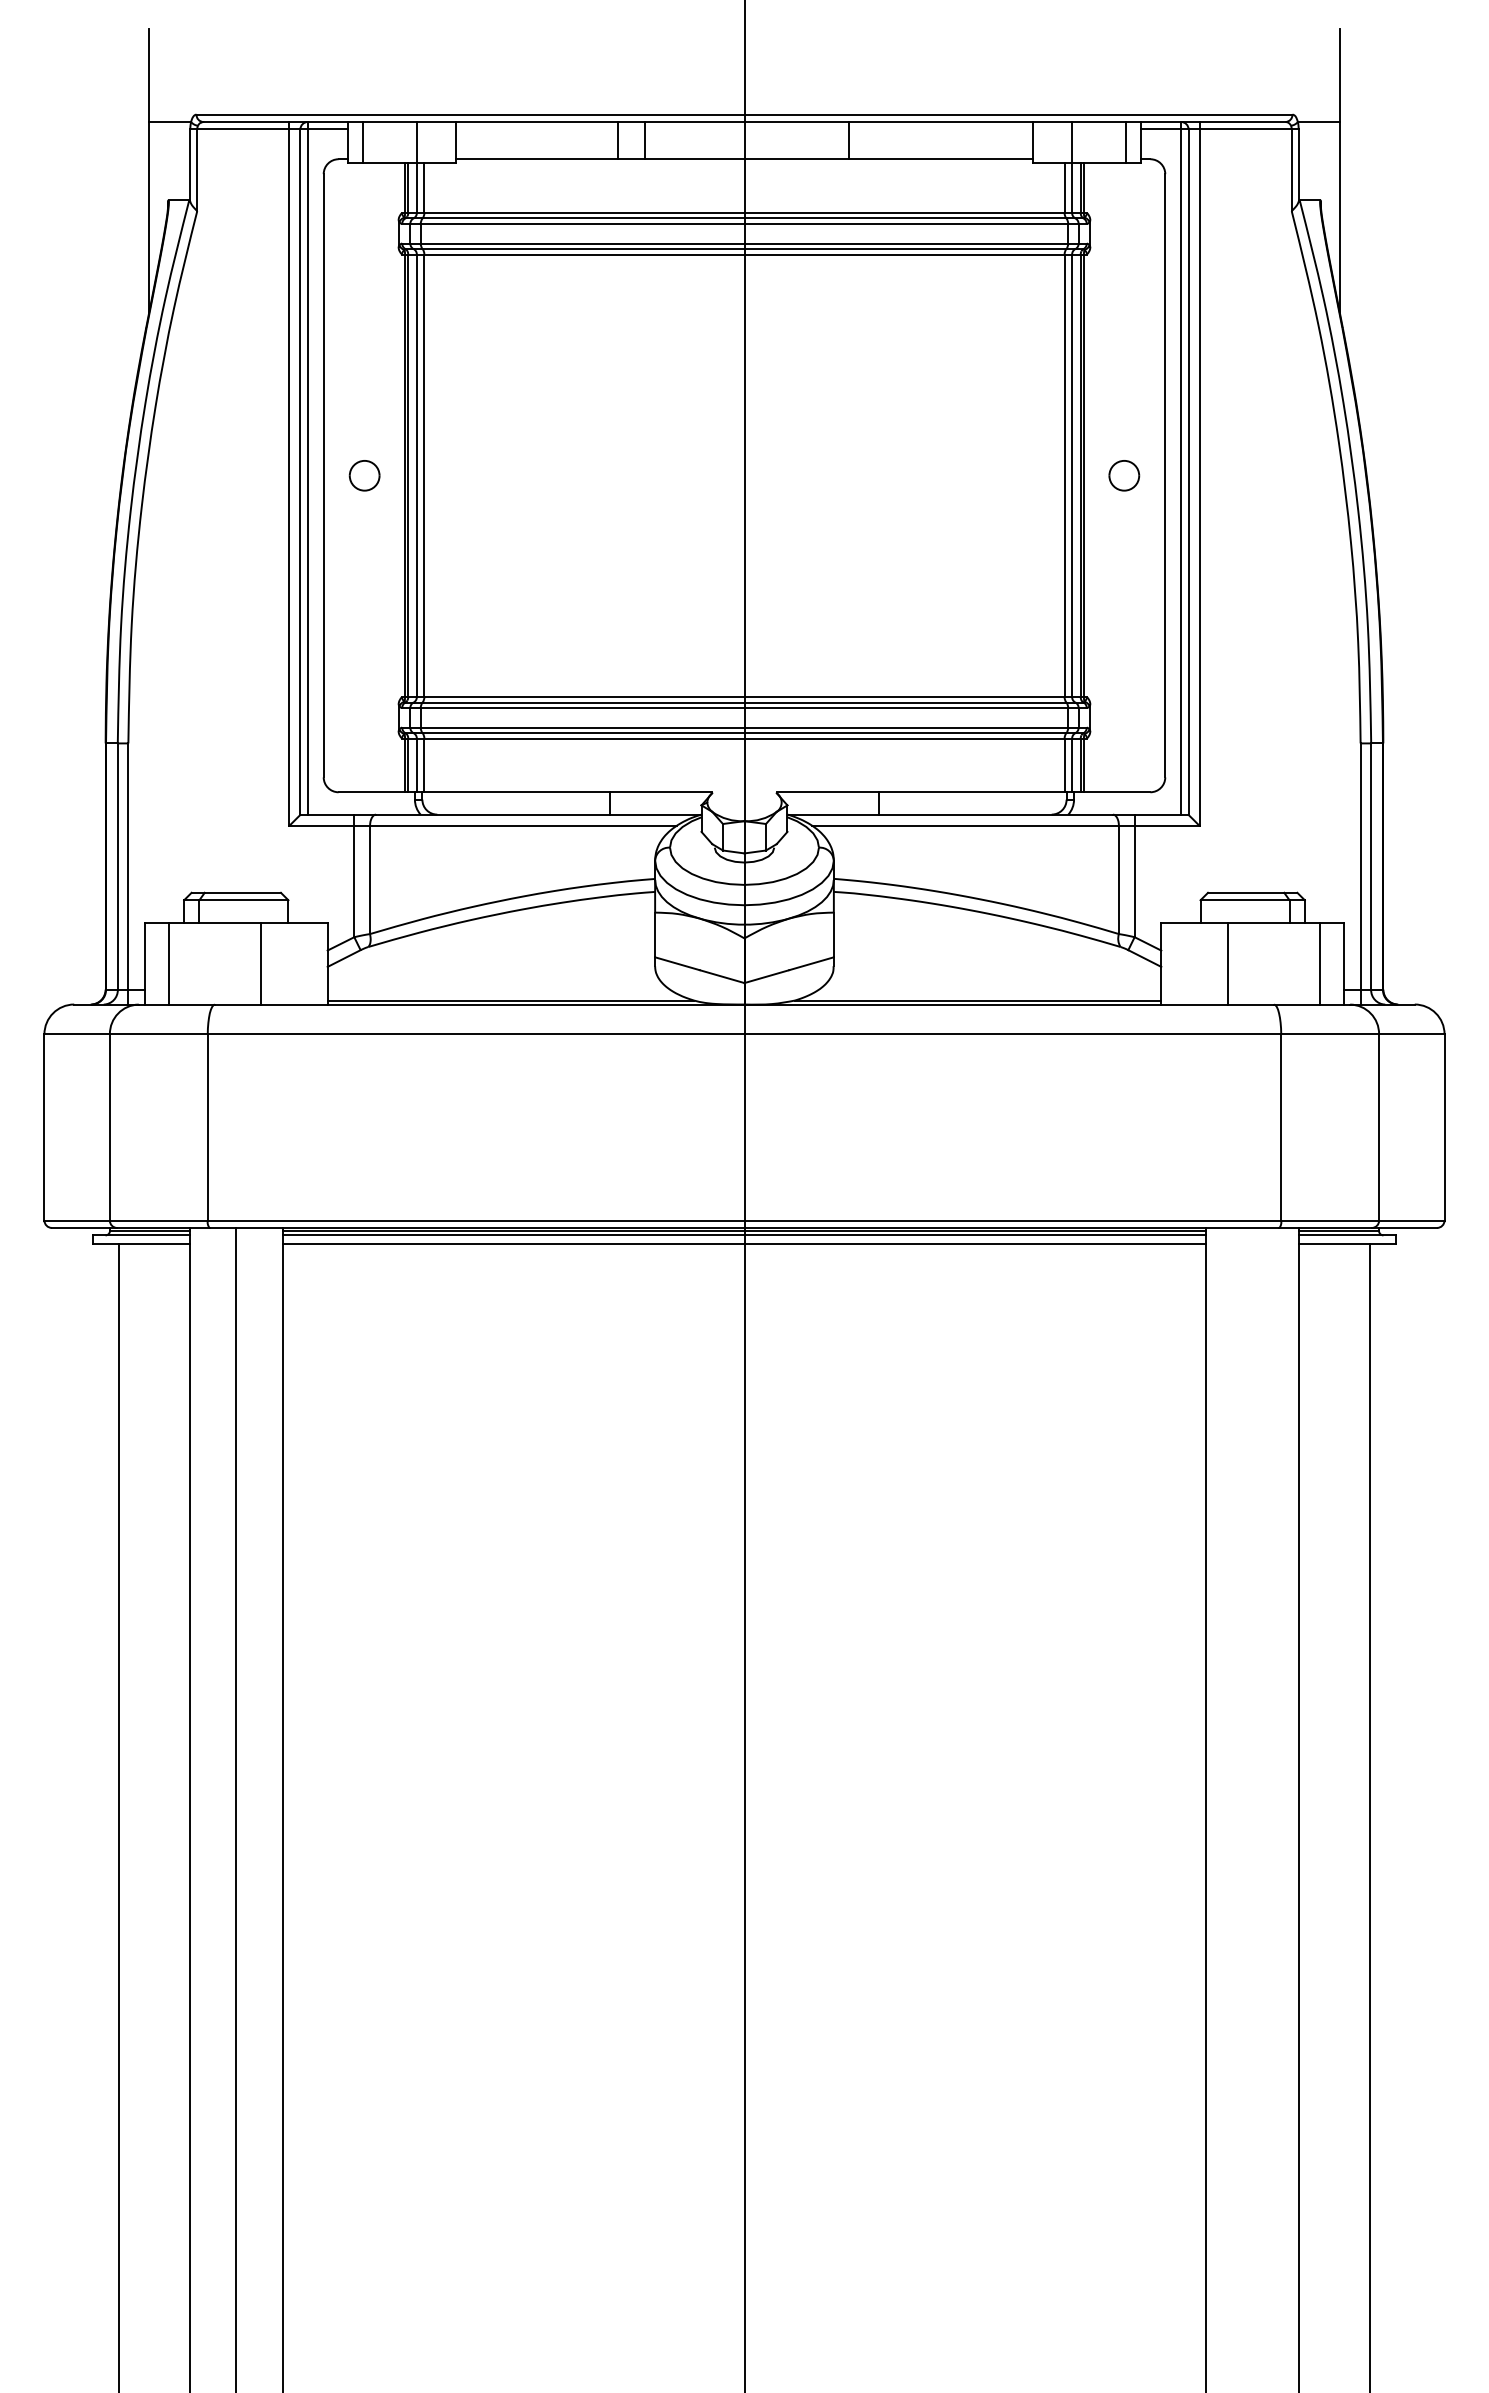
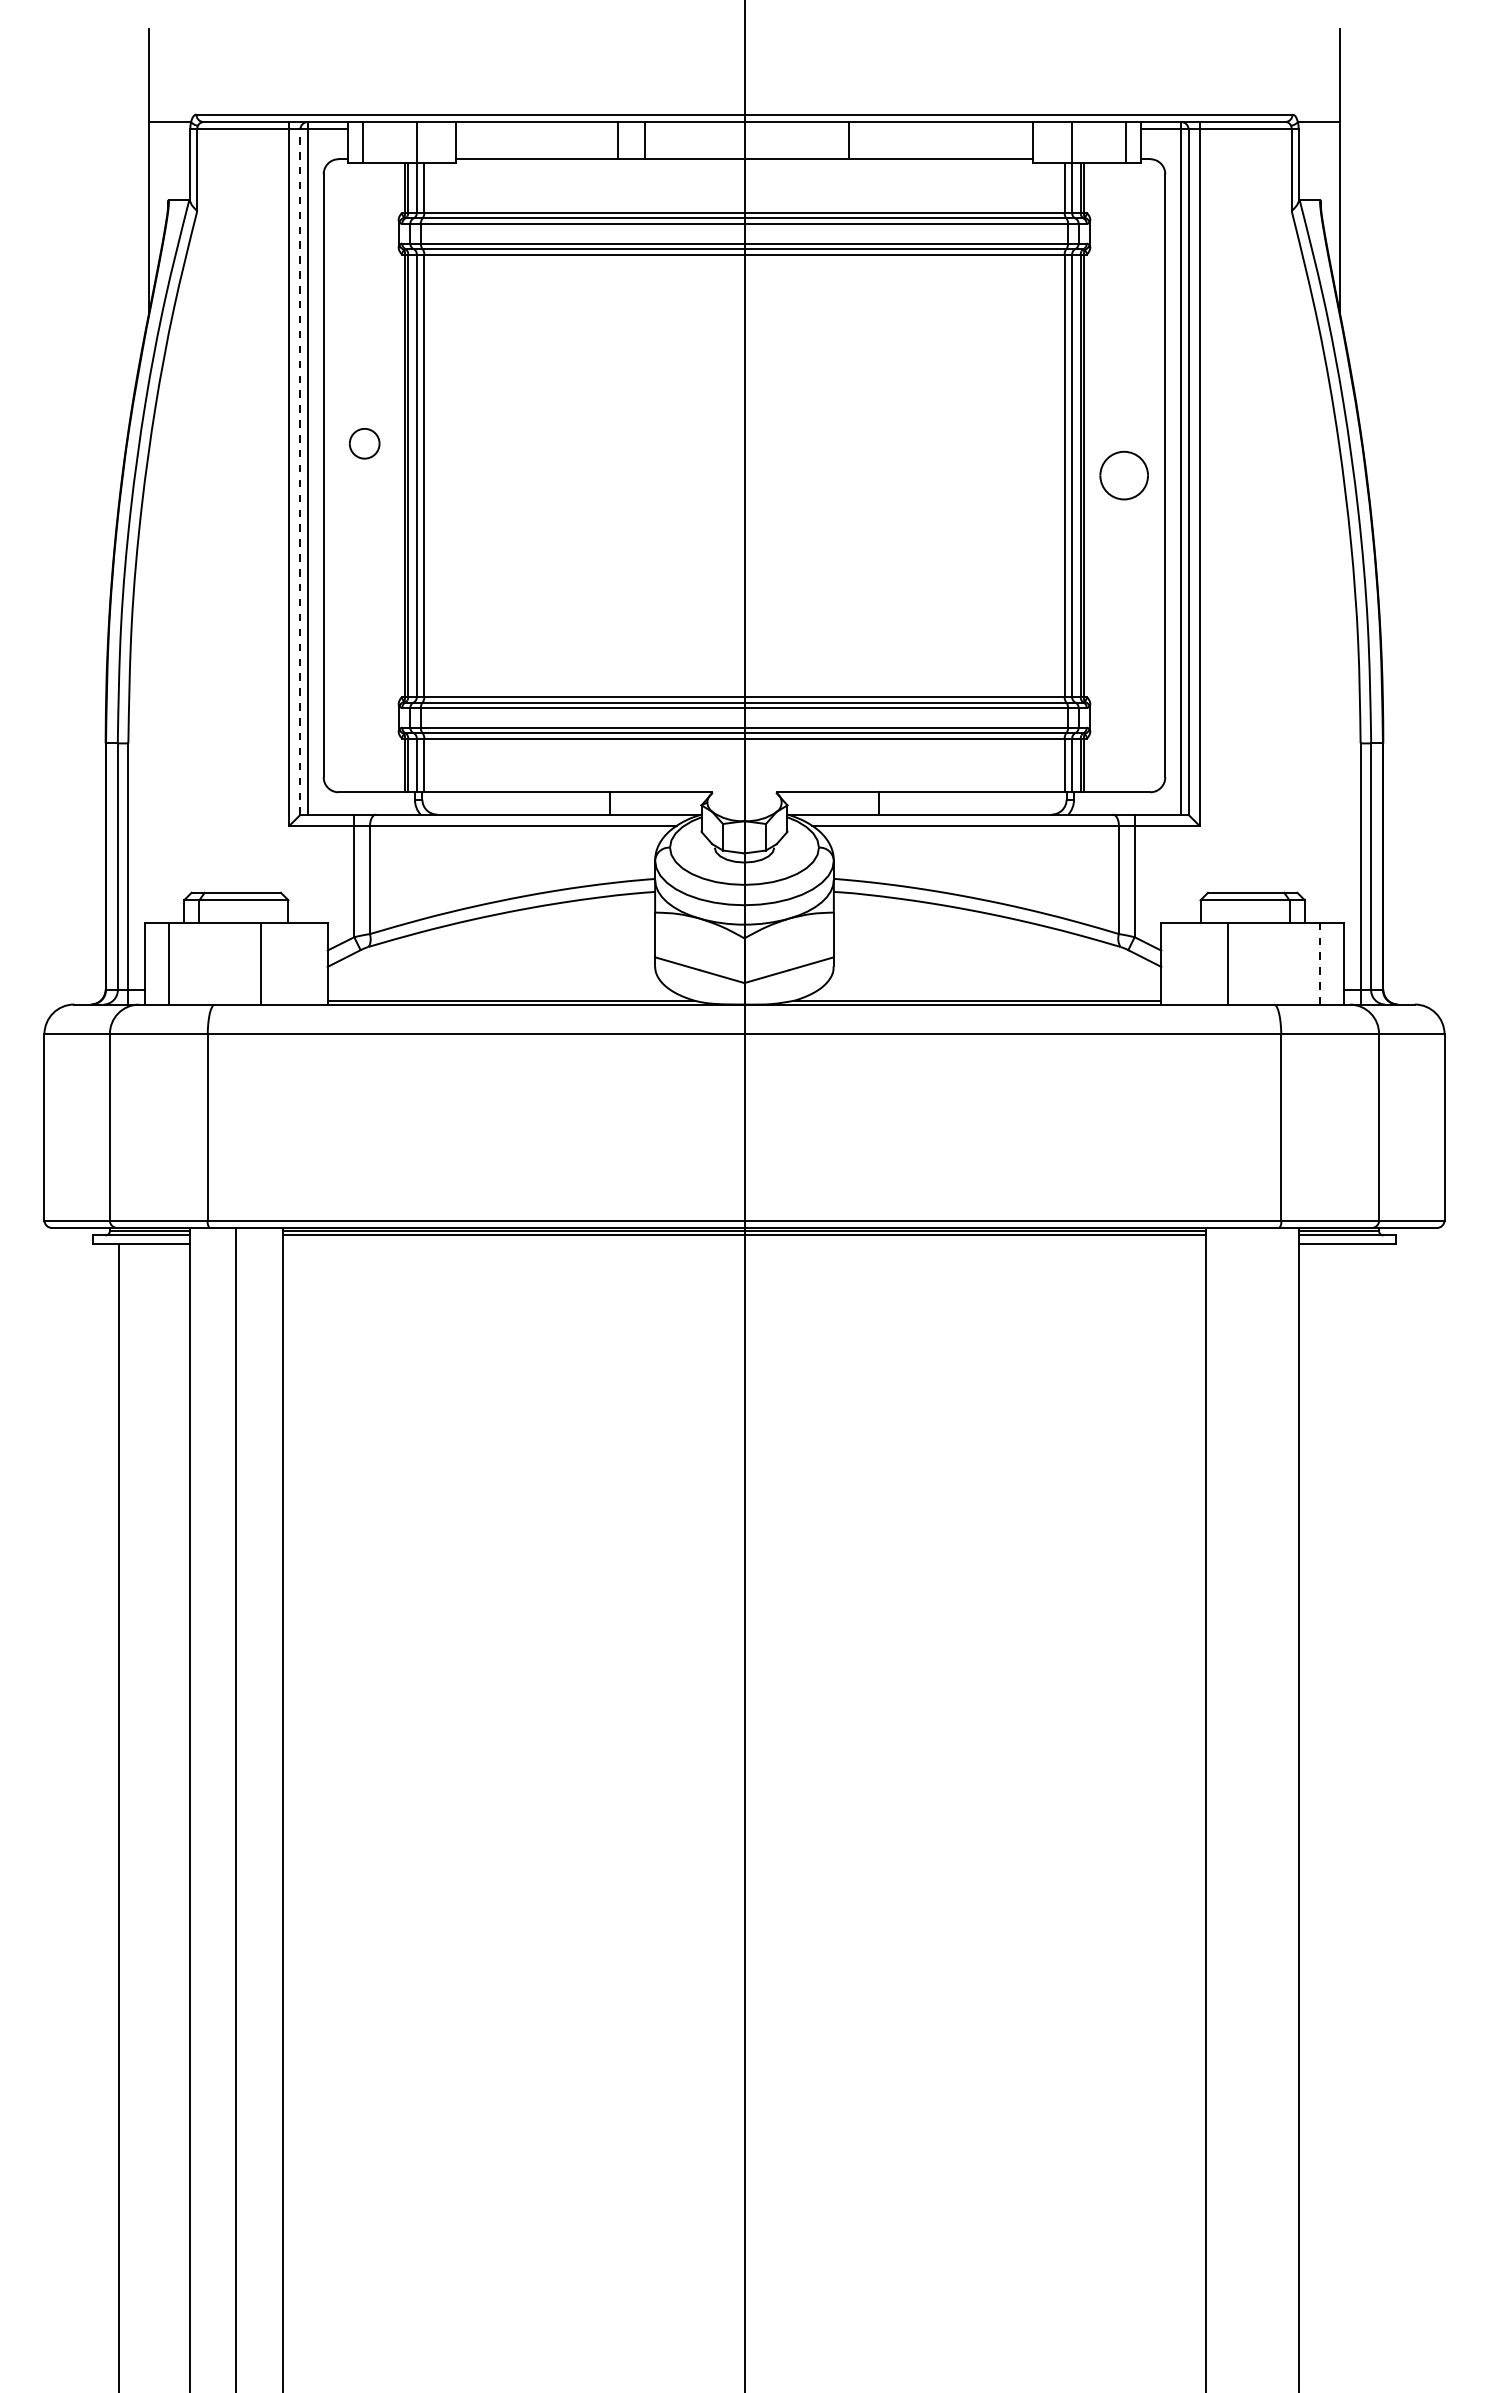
line at (300, 472): solid -> dashed
part at (364, 475) position: (364, 475) -> (364, 443)
part at (1124, 475) size: 33x32 px -> 50x51 px
line at (1319, 963): solid -> dashed
line at (744, 1244): present -> none
line at (1370, 1816): present -> none
